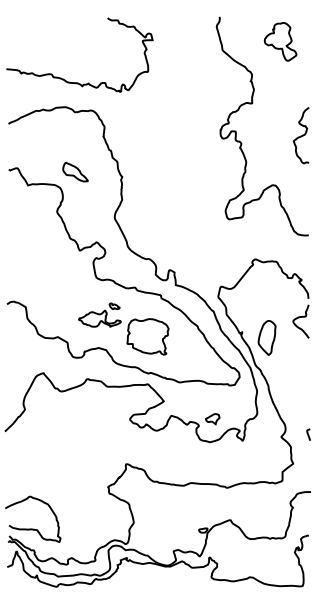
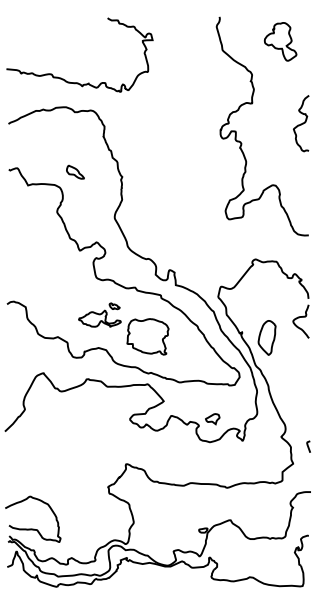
curve at (301, 135) position: (301, 135) -> (301, 123)
part at (75, 172) size: 27x21 px -> 19x16 px
curve at (308, 434) position: (308, 434) -> (308, 446)
